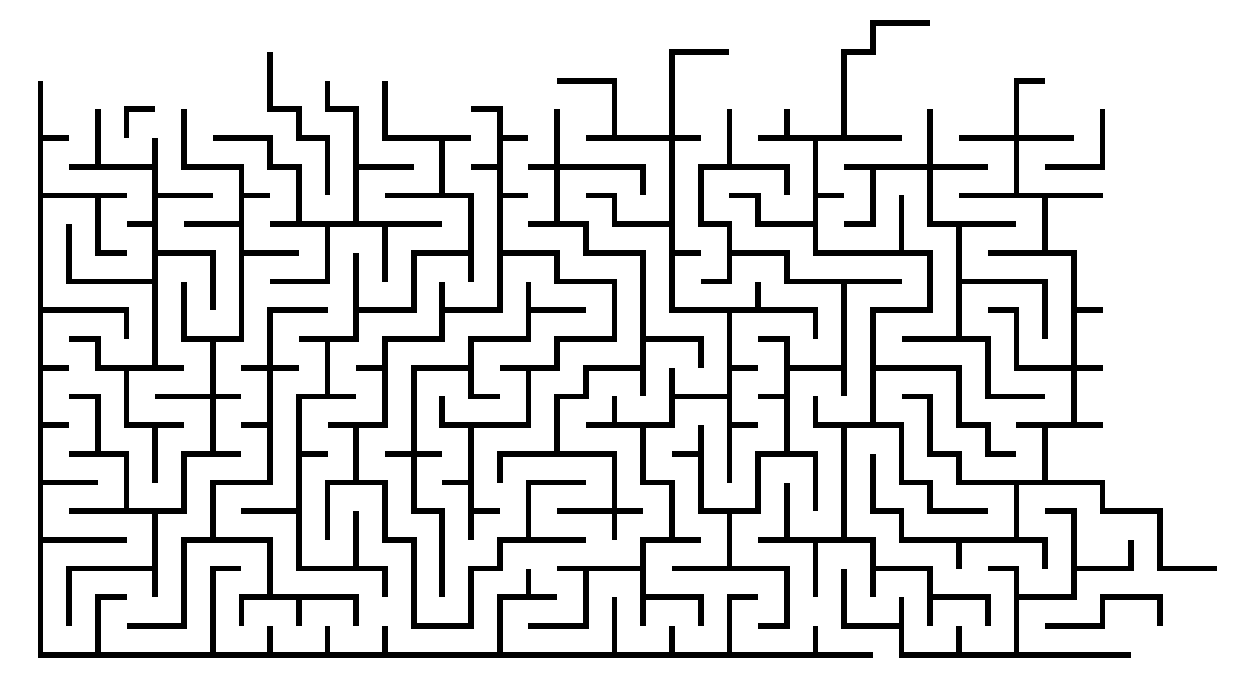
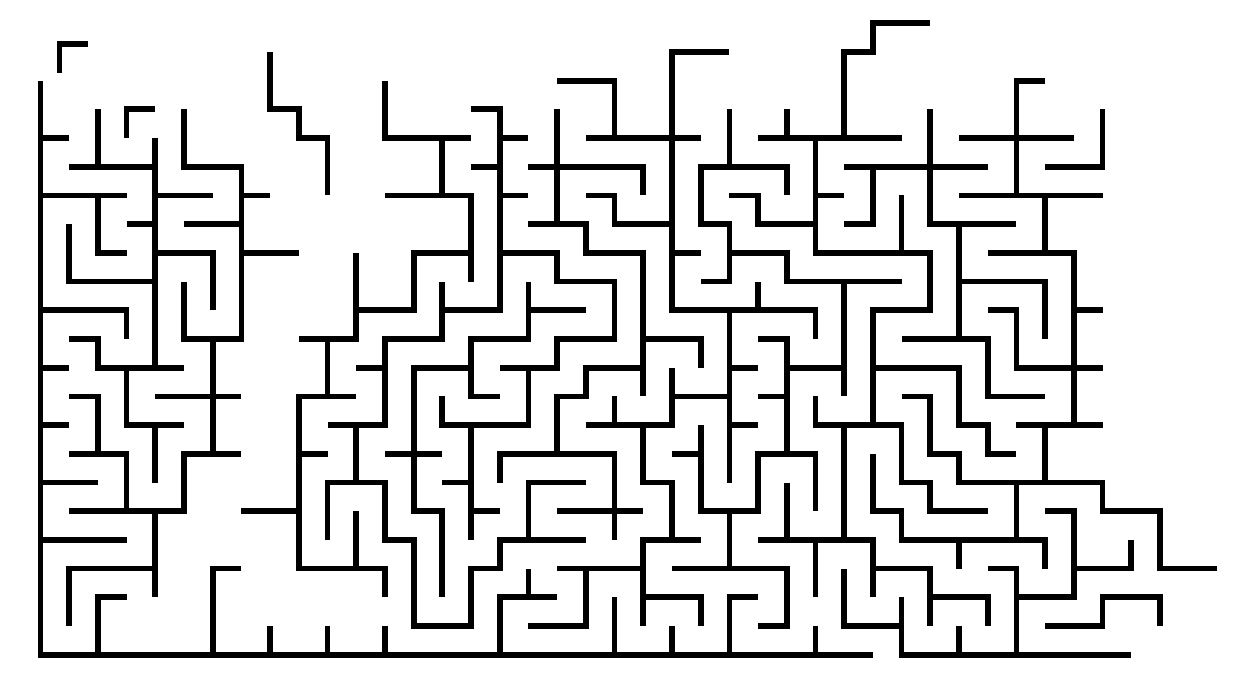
line at (72, 46): none -> present
part at (301, 182): present -> none
part at (242, 480): present -> none
